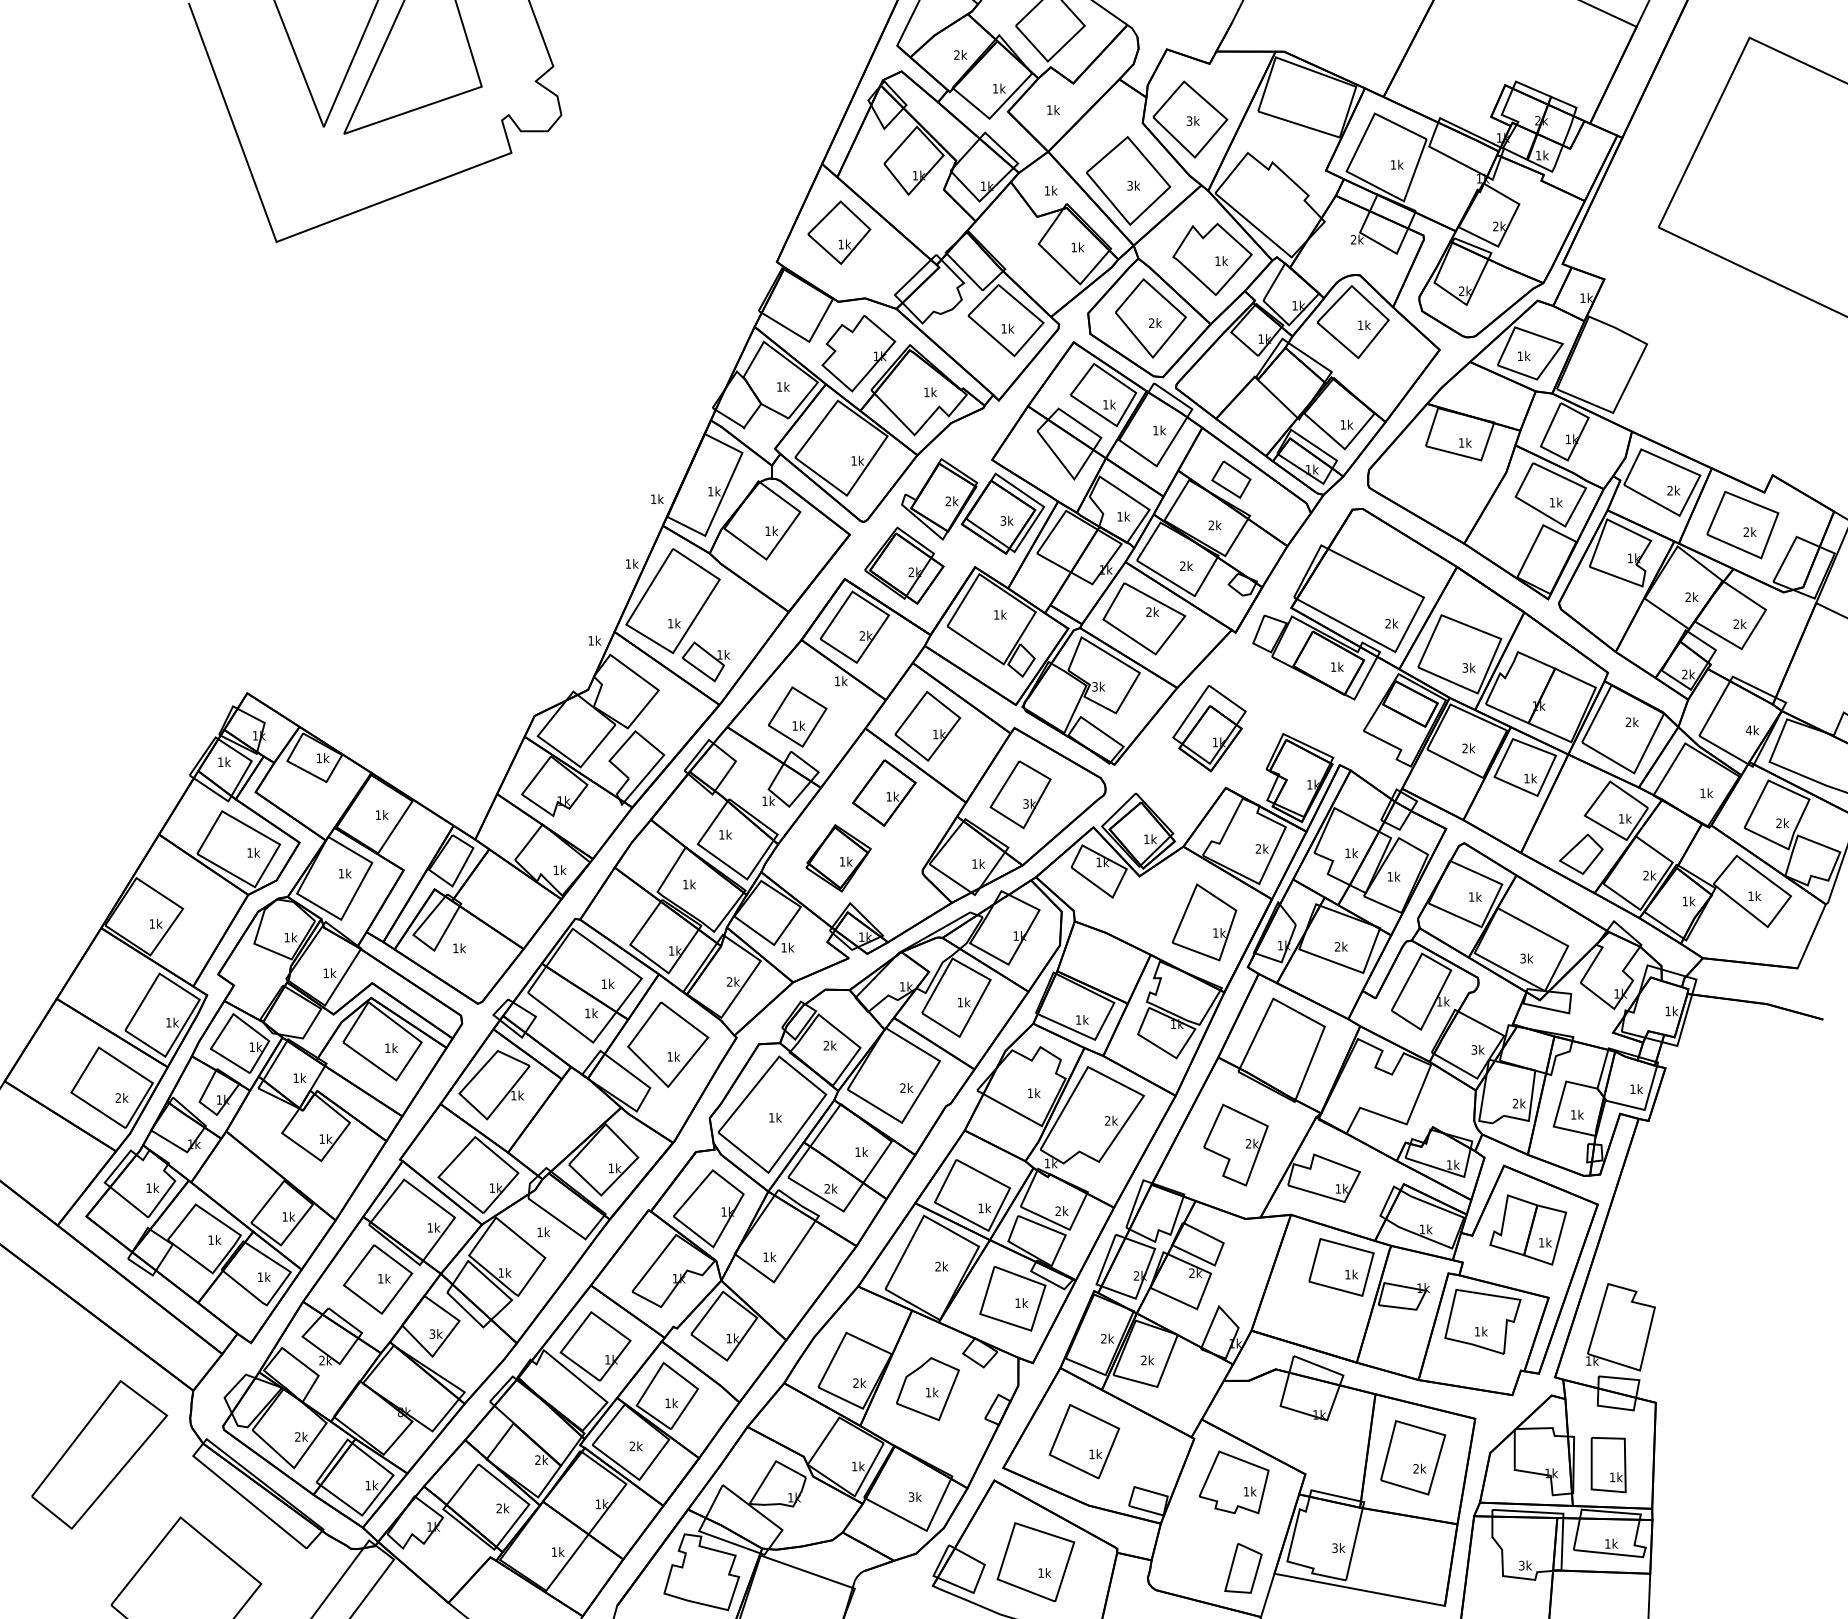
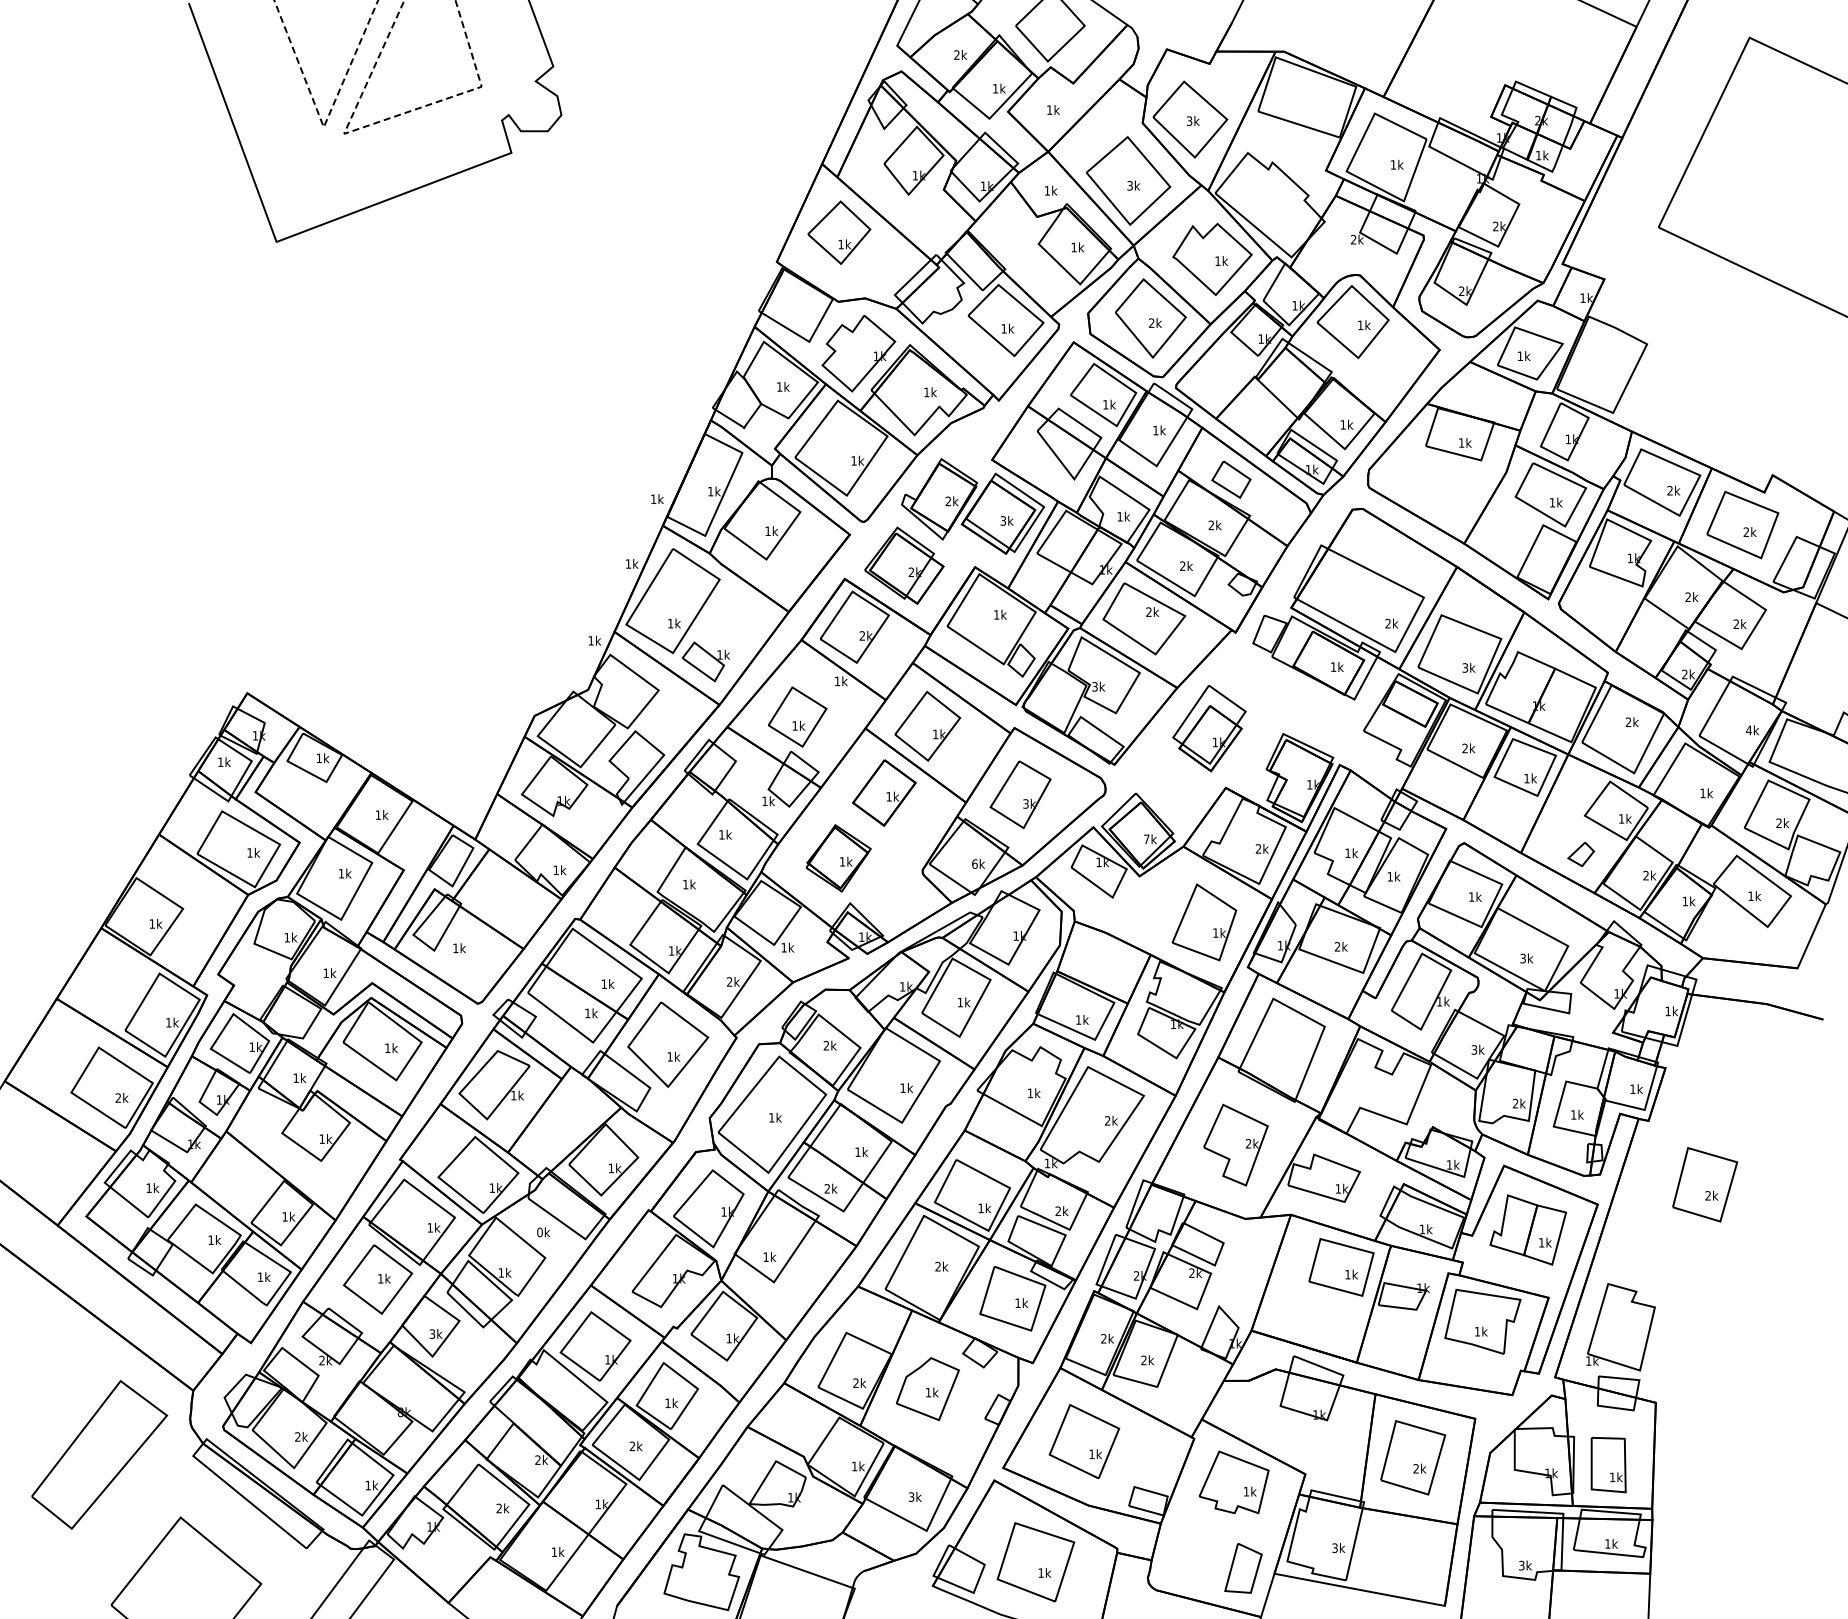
line at (386, 119): solid -> dashed
line at (323, 127): solid -> dashed
text at (1146, 839): 1k -> 7k
part at (1580, 854) size: 46x41 px -> 28x26 px
text at (974, 863): 1k -> 6k
text at (902, 1087): 2k -> 1k
part at (1705, 1184): none -> present
text at (539, 1232): 1k -> 0k
